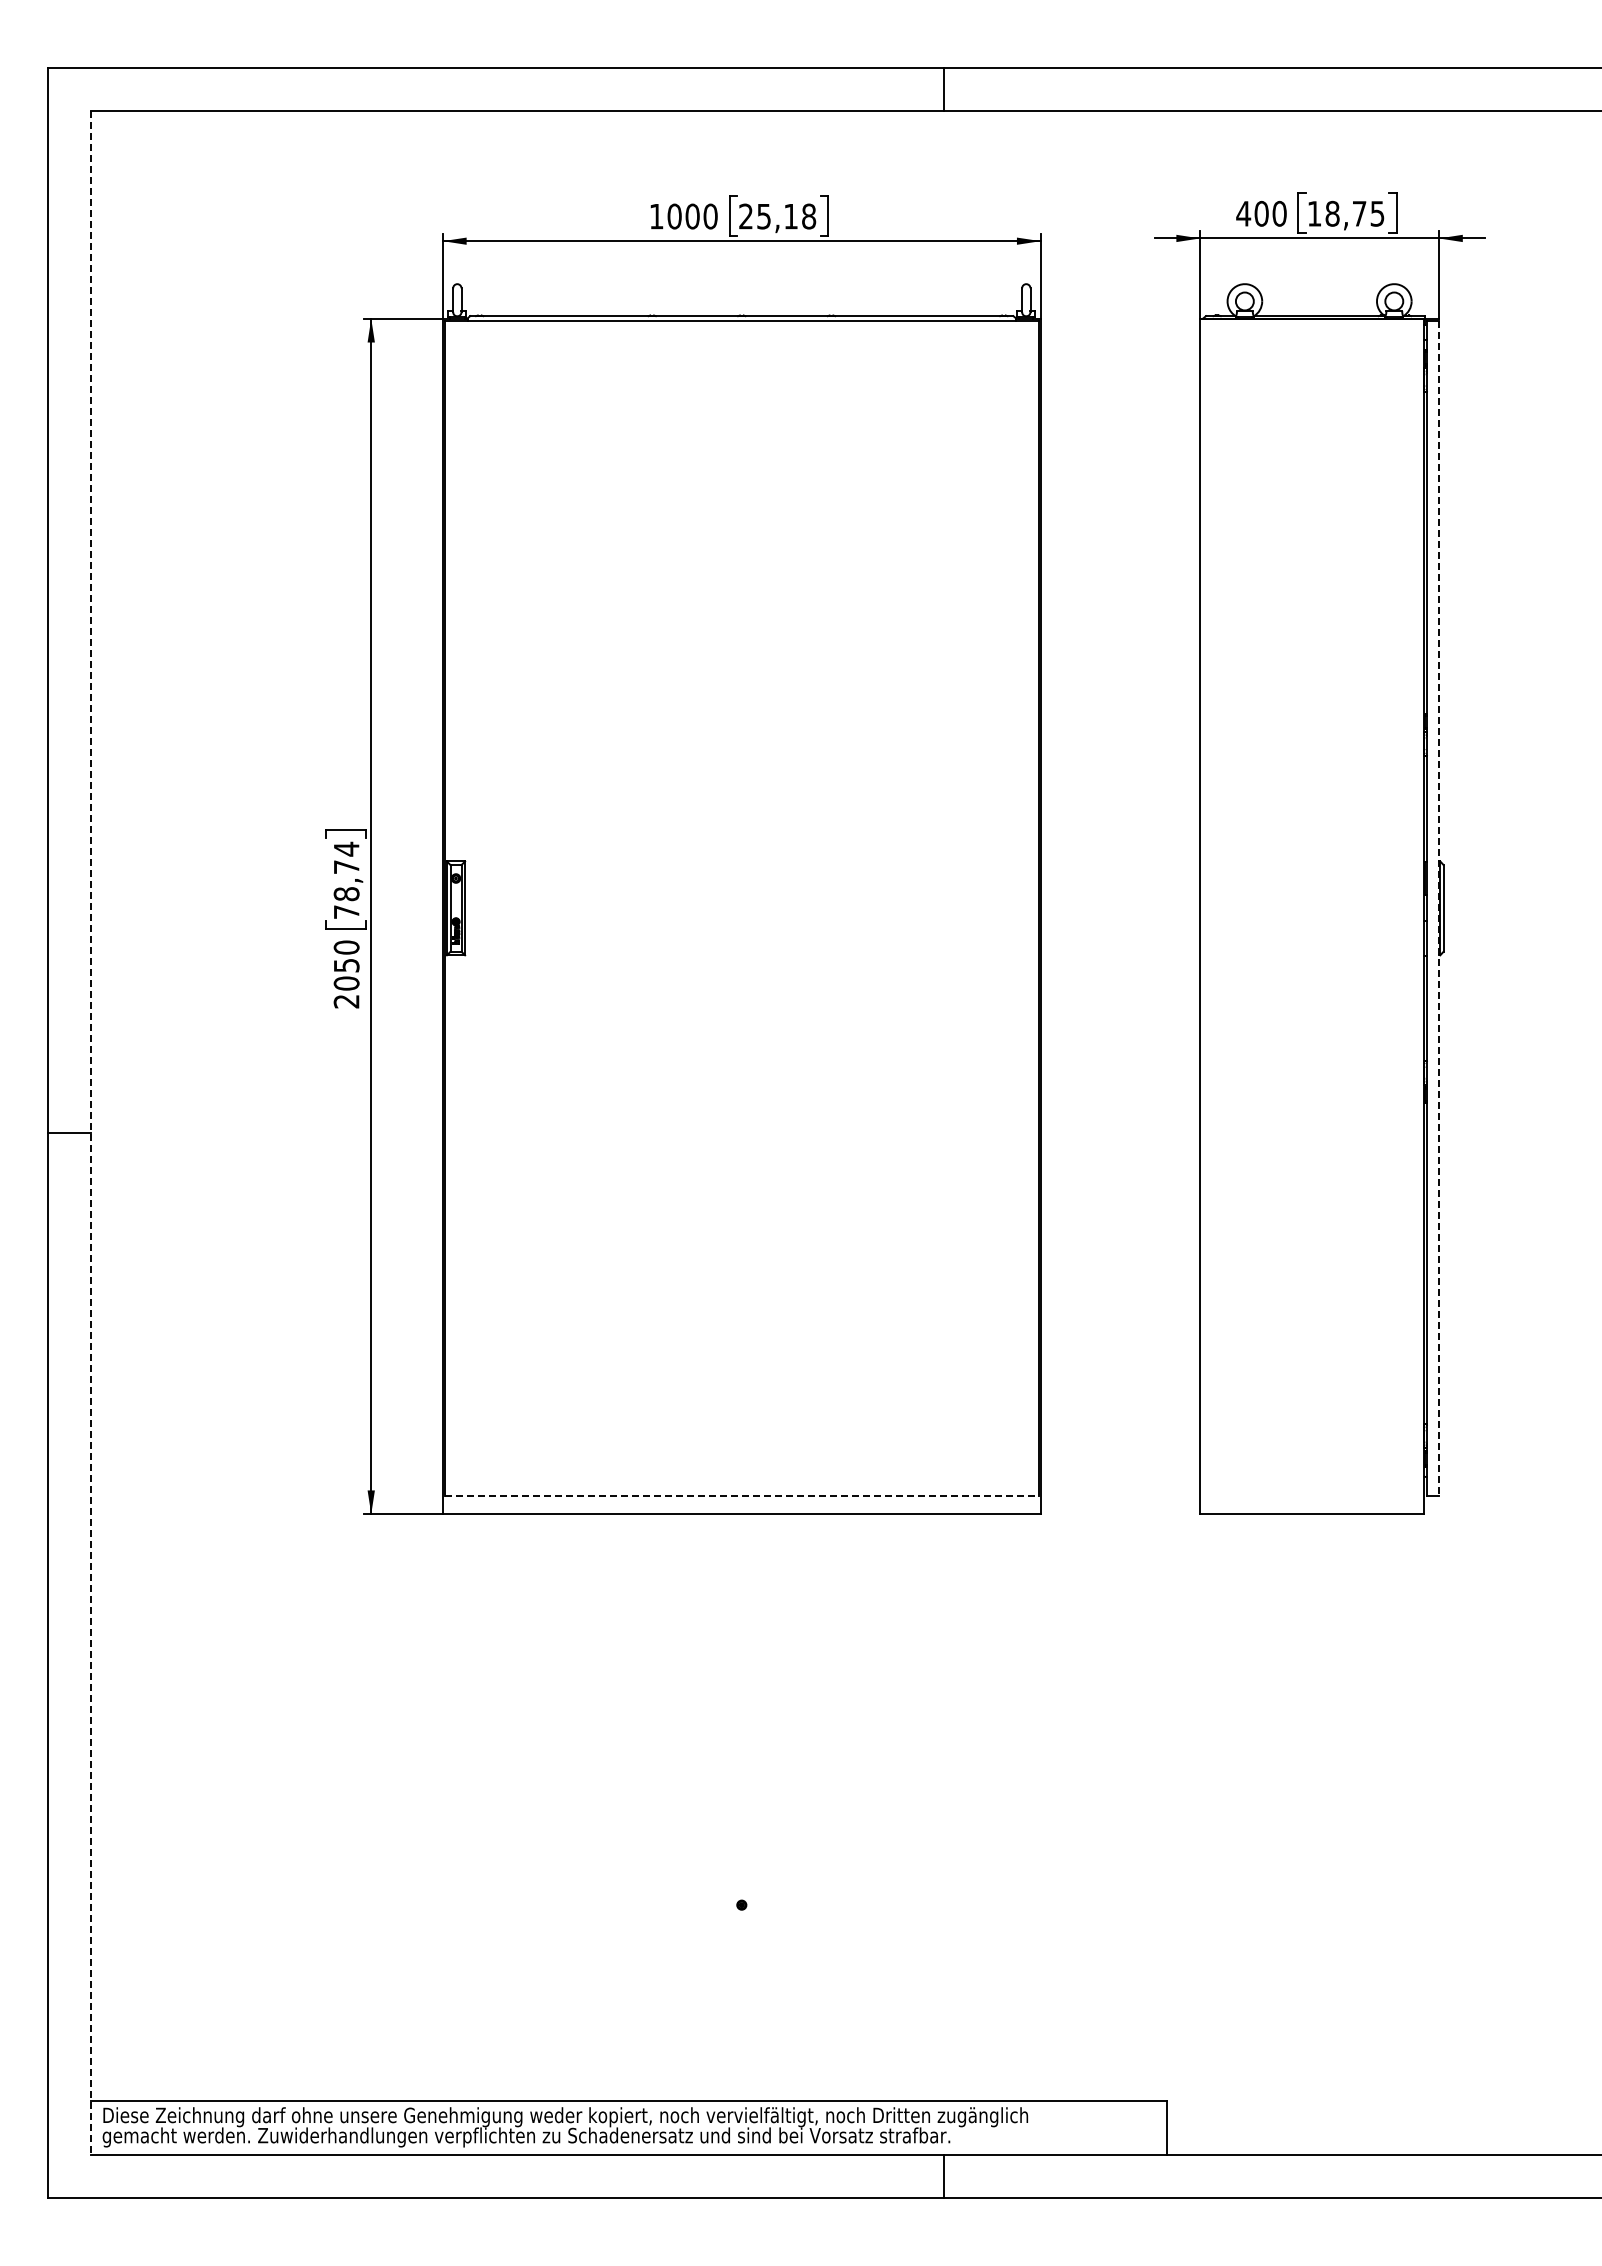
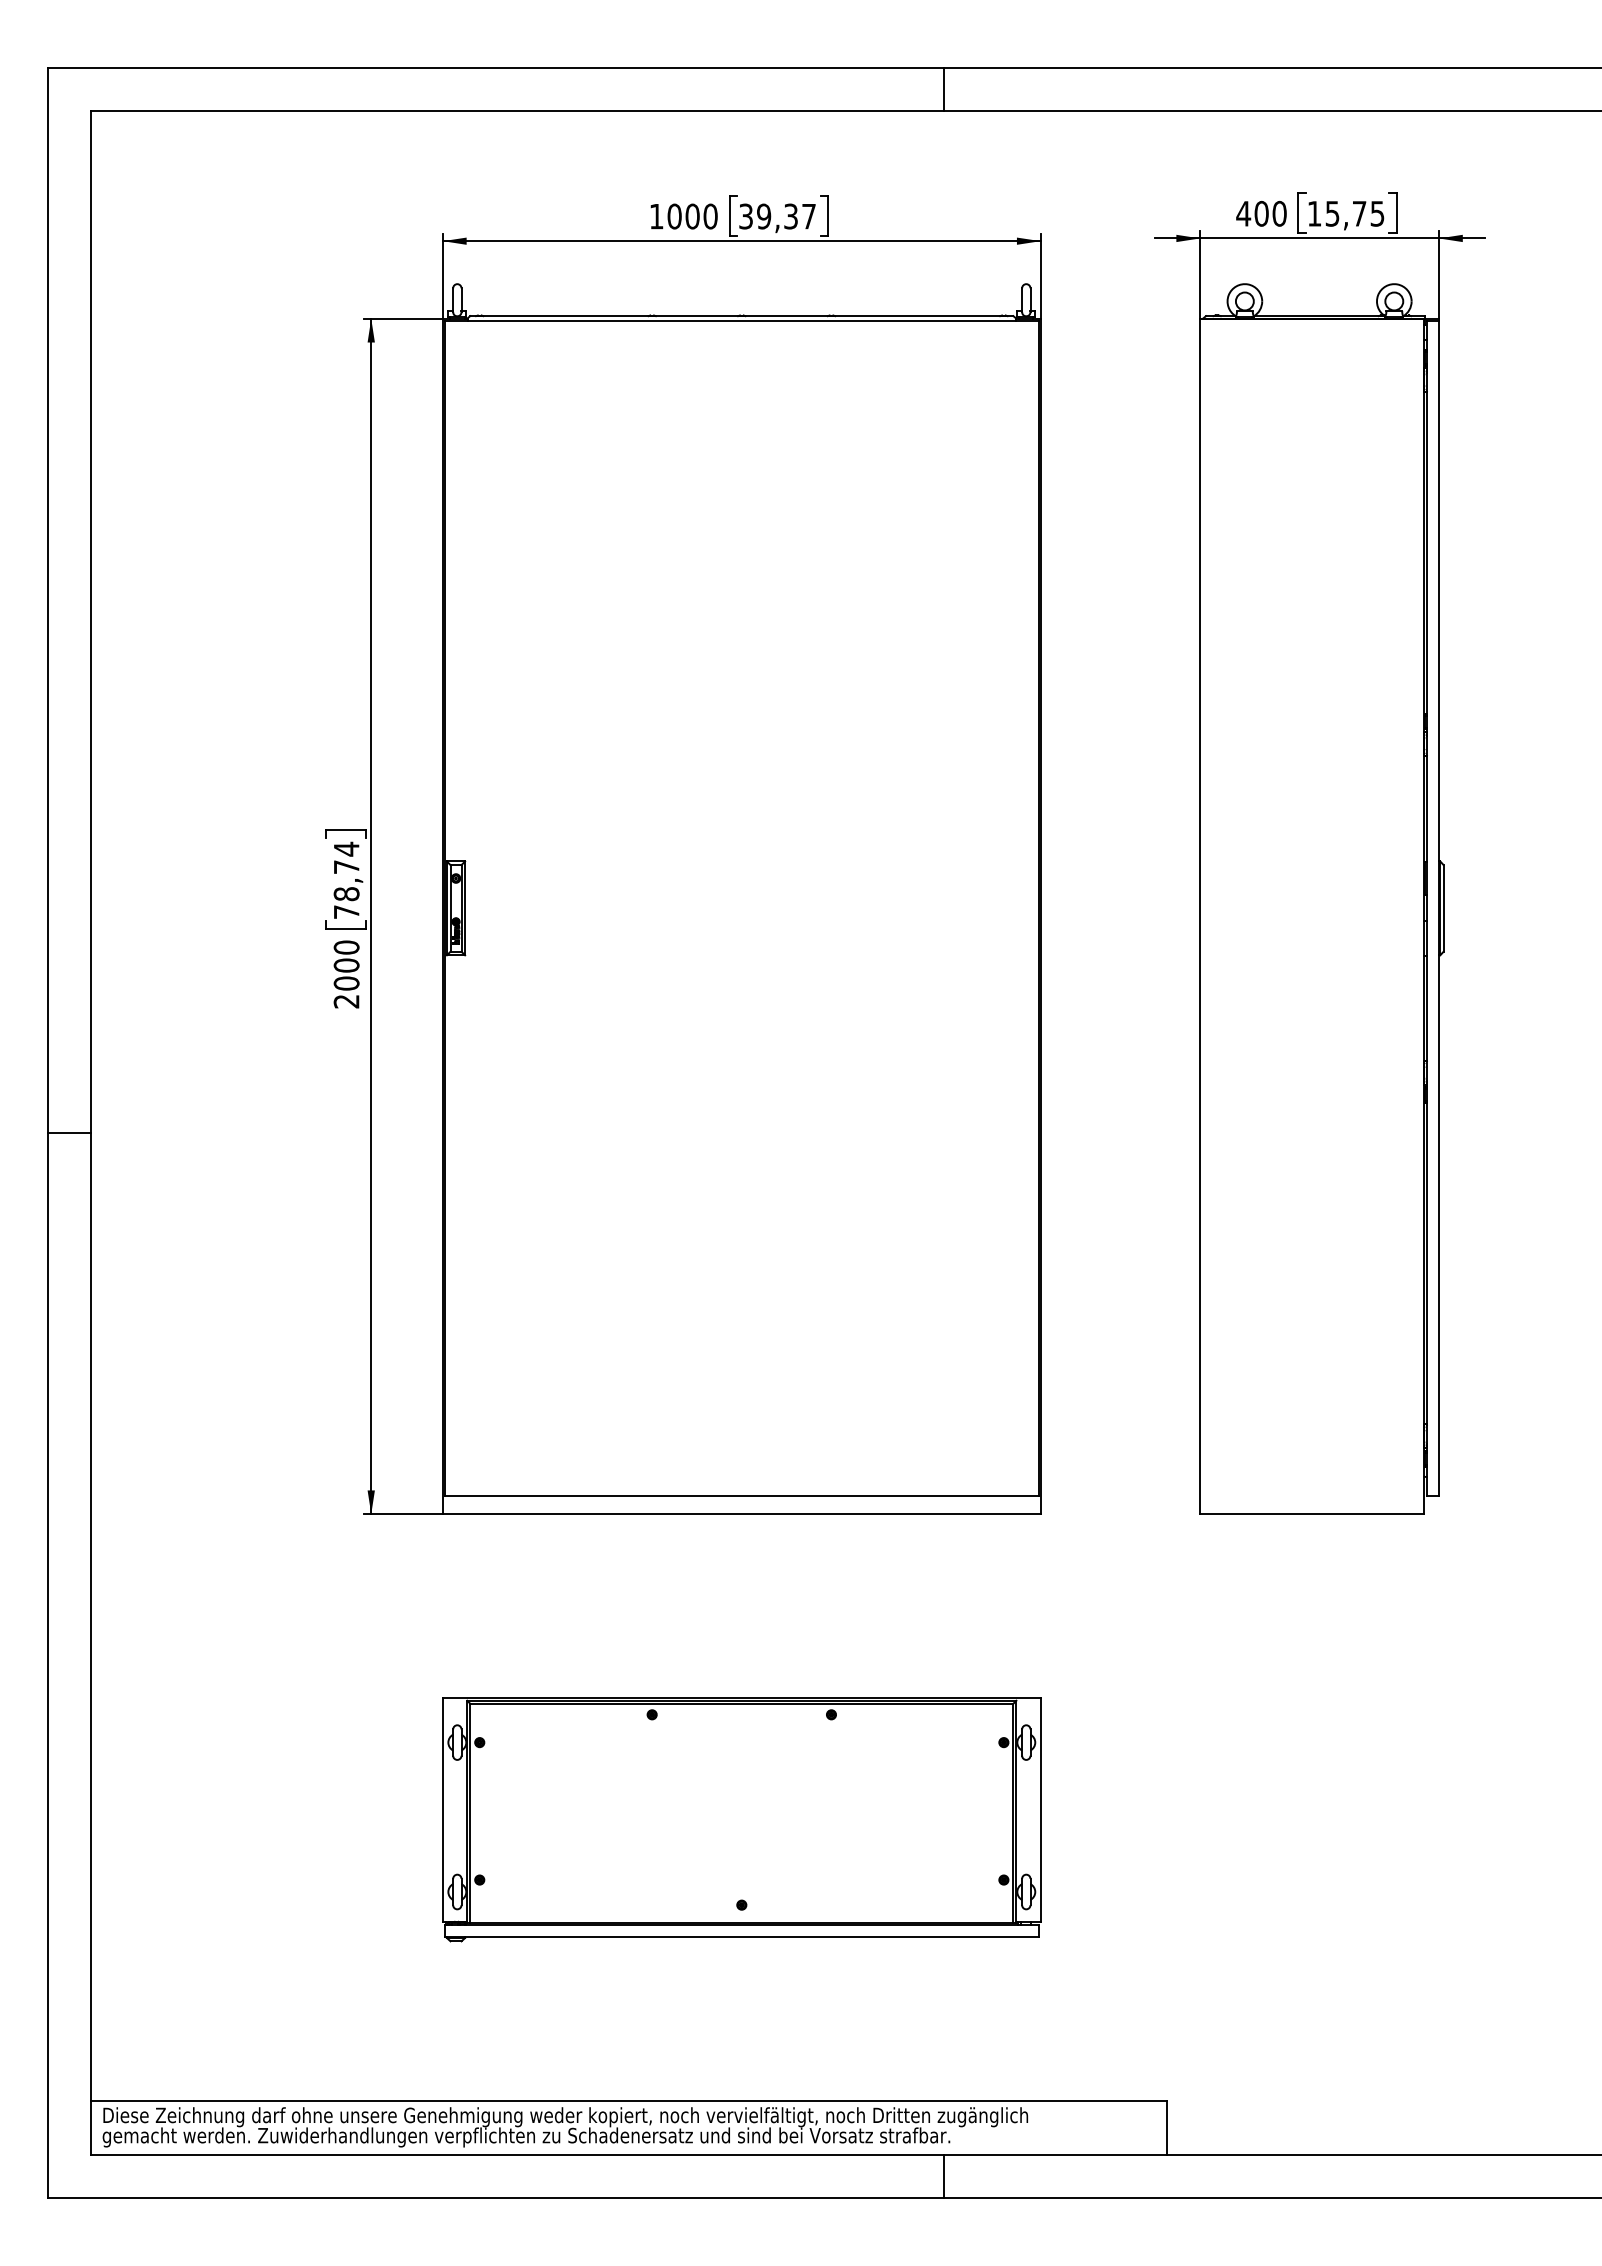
text at (1332, 213): 18,75 -> 15,75
text at (777, 216): 25,18 -> 39,37
line at (1439, 908): dashed -> solid
text at (346, 965): 2050 -> 2000
line at (90, 1132): dashed -> solid
line at (742, 1496): dashed -> solid
part at (741, 1819): none -> present
